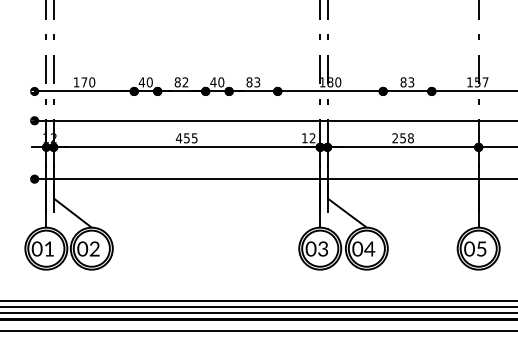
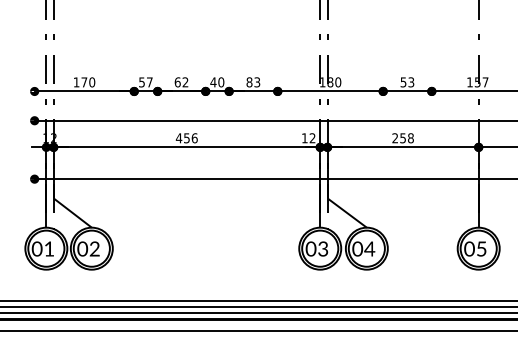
text at (145, 82): 40 -> 57
text at (177, 82): 82 -> 62
text at (403, 82): 83 -> 53
text at (194, 138): 455 -> 456
